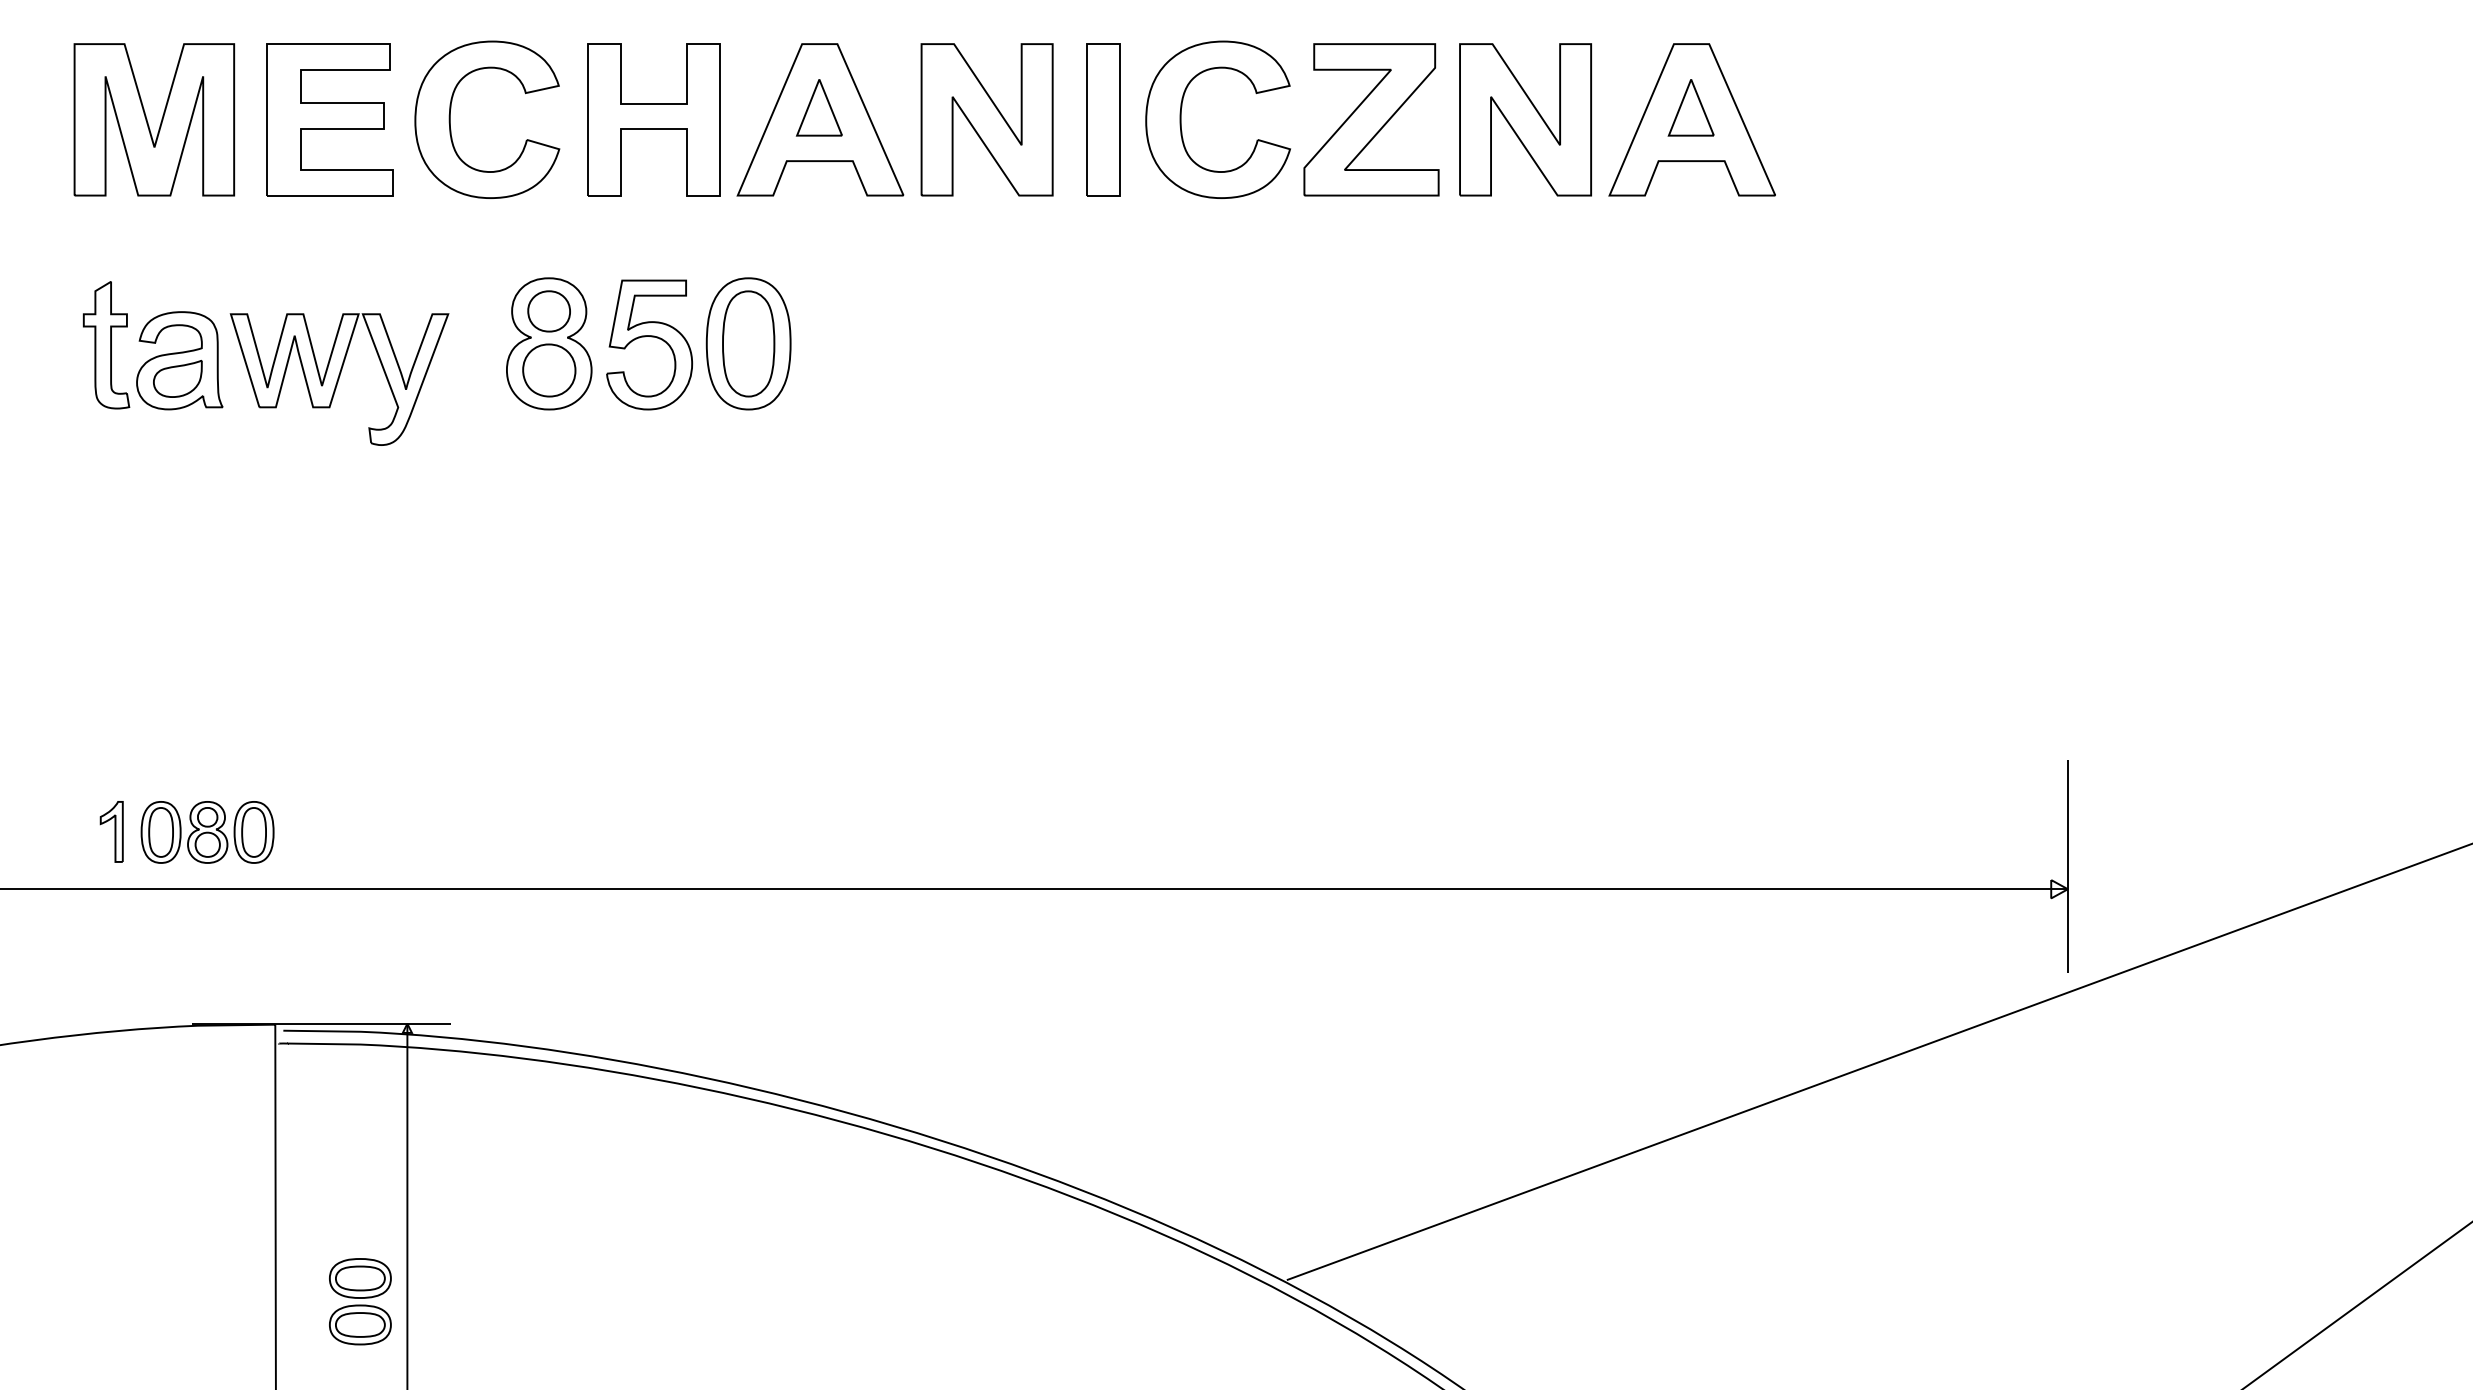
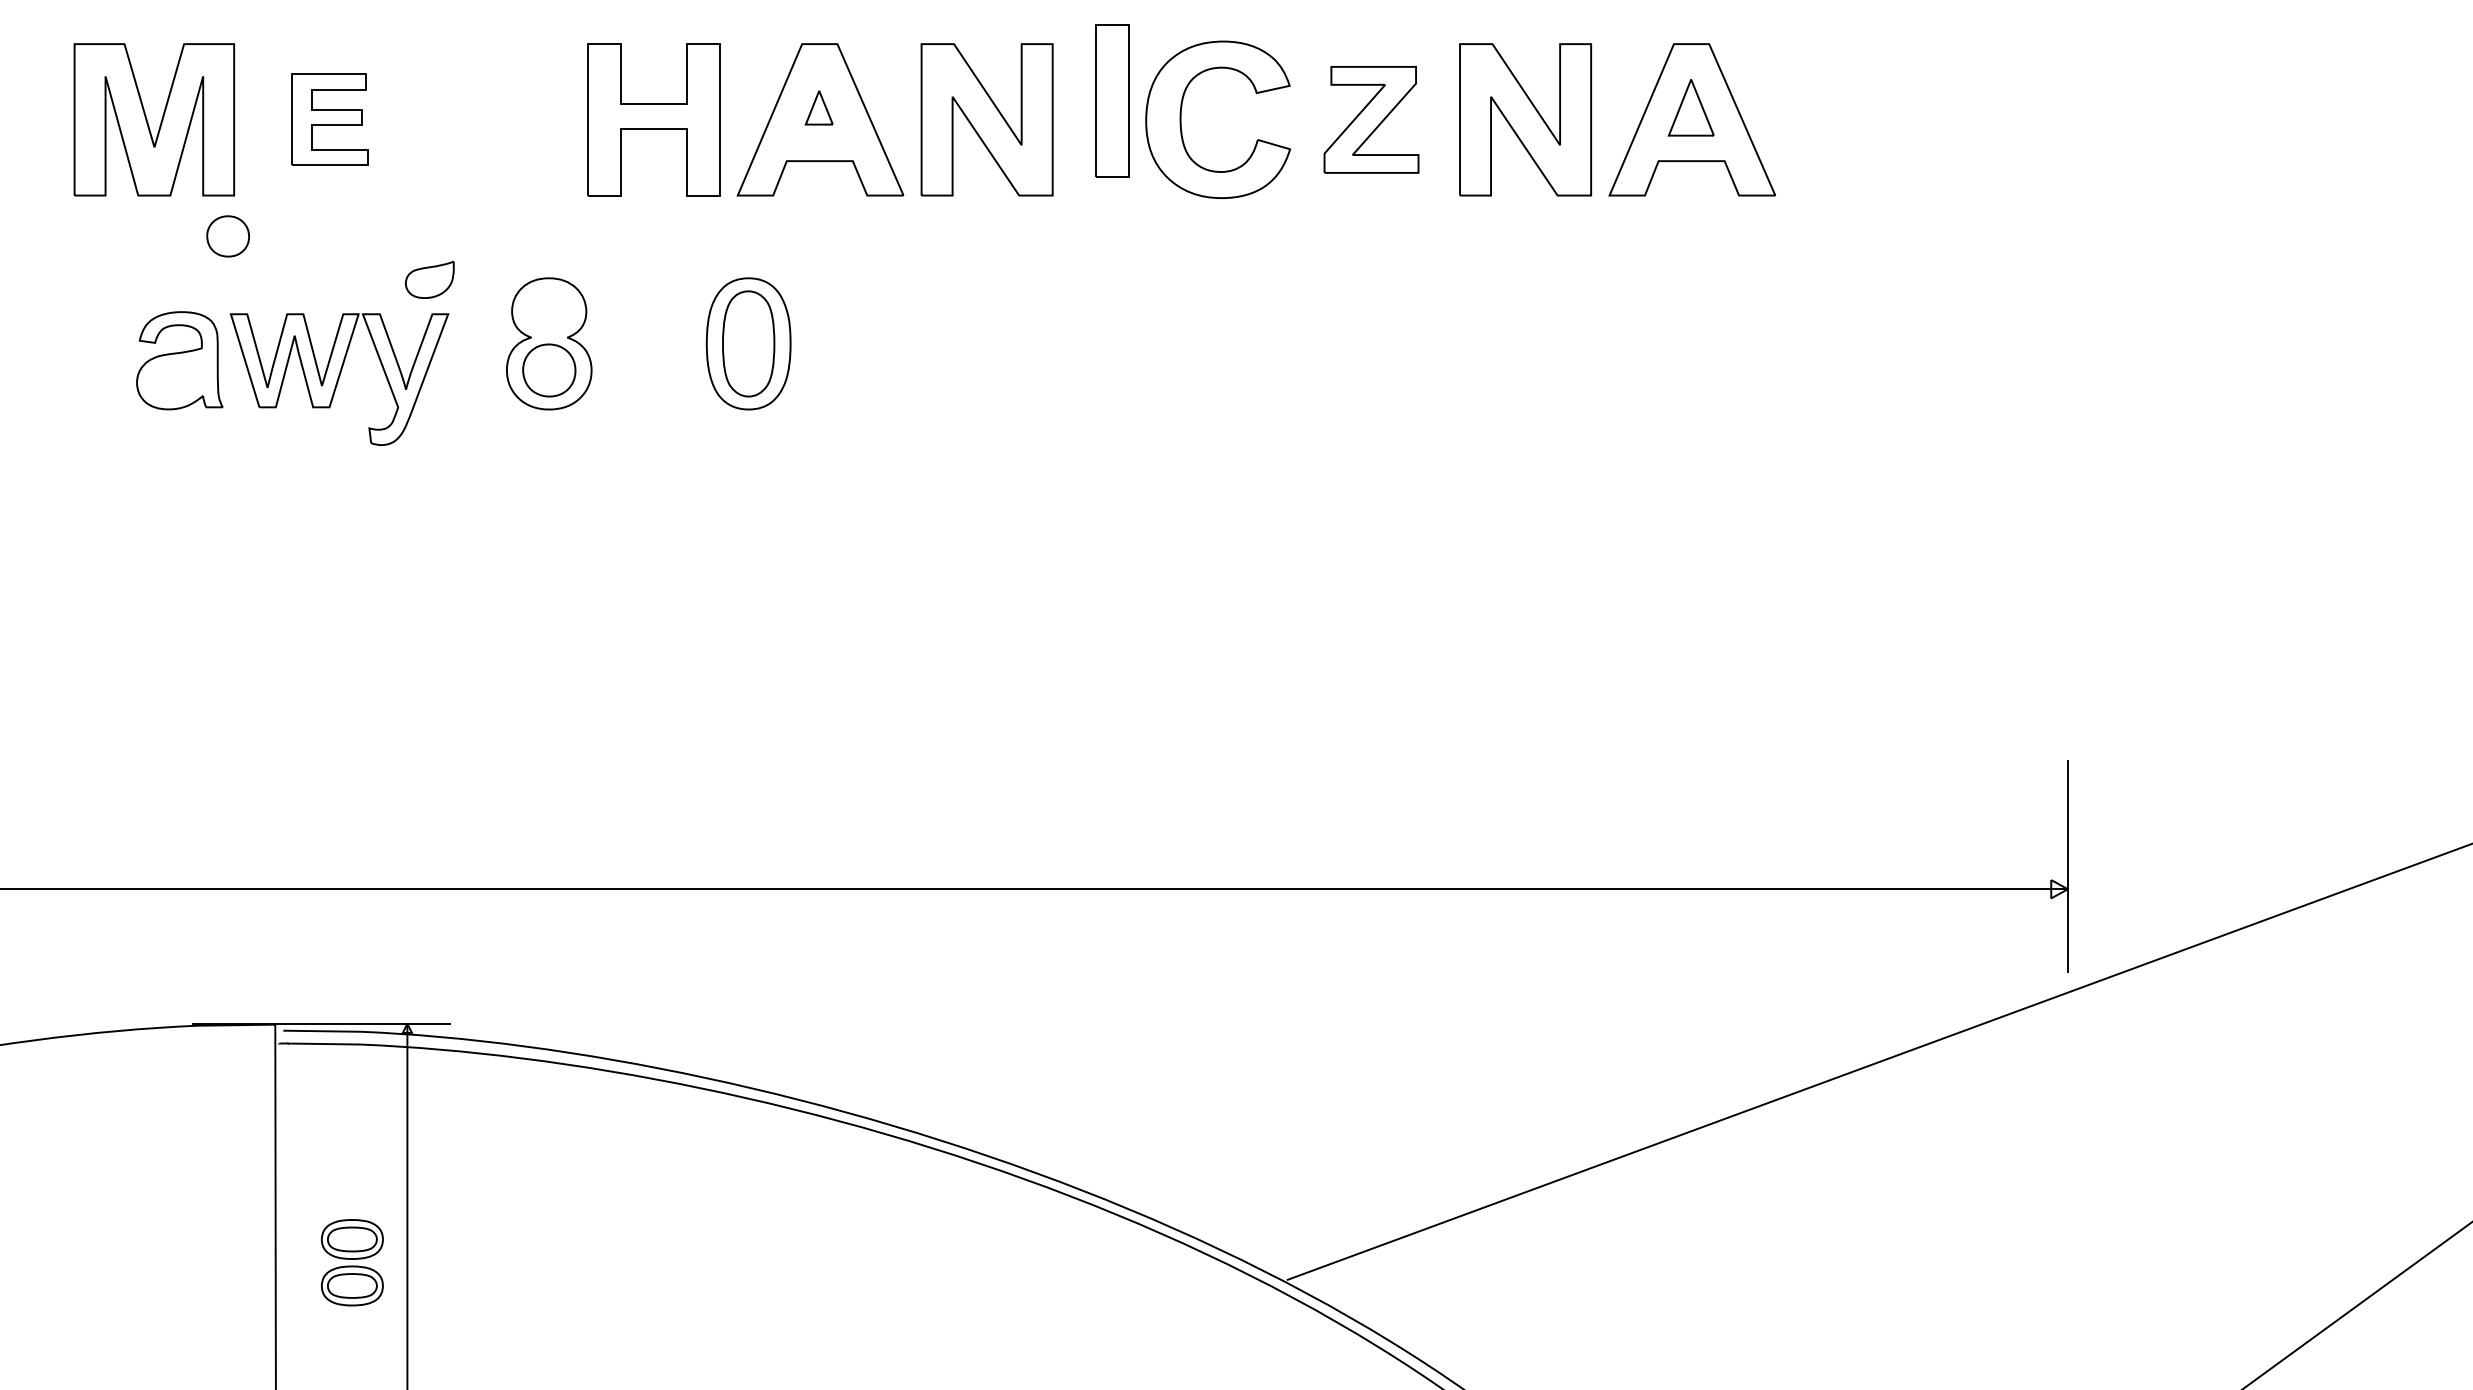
part at (818, 107) size: 48x58 px -> 30x36 px
part at (329, 119) size: 128x154 px -> 78x93 px
part at (450, 119): present -> none
part at (1103, 119) position: (1103, 119) -> (1112, 100)
part at (1371, 119) size: 137x154 px -> 97x108 px
part at (548, 311) position: (548, 311) -> (227, 236)
part at (651, 337): present -> none
part at (106, 345): present -> none
part at (177, 378) position: (177, 378) -> (429, 279)
part at (111, 831): present -> none
part at (207, 832): present -> none
part at (360, 1301) position: (360, 1301) -> (352, 1262)
